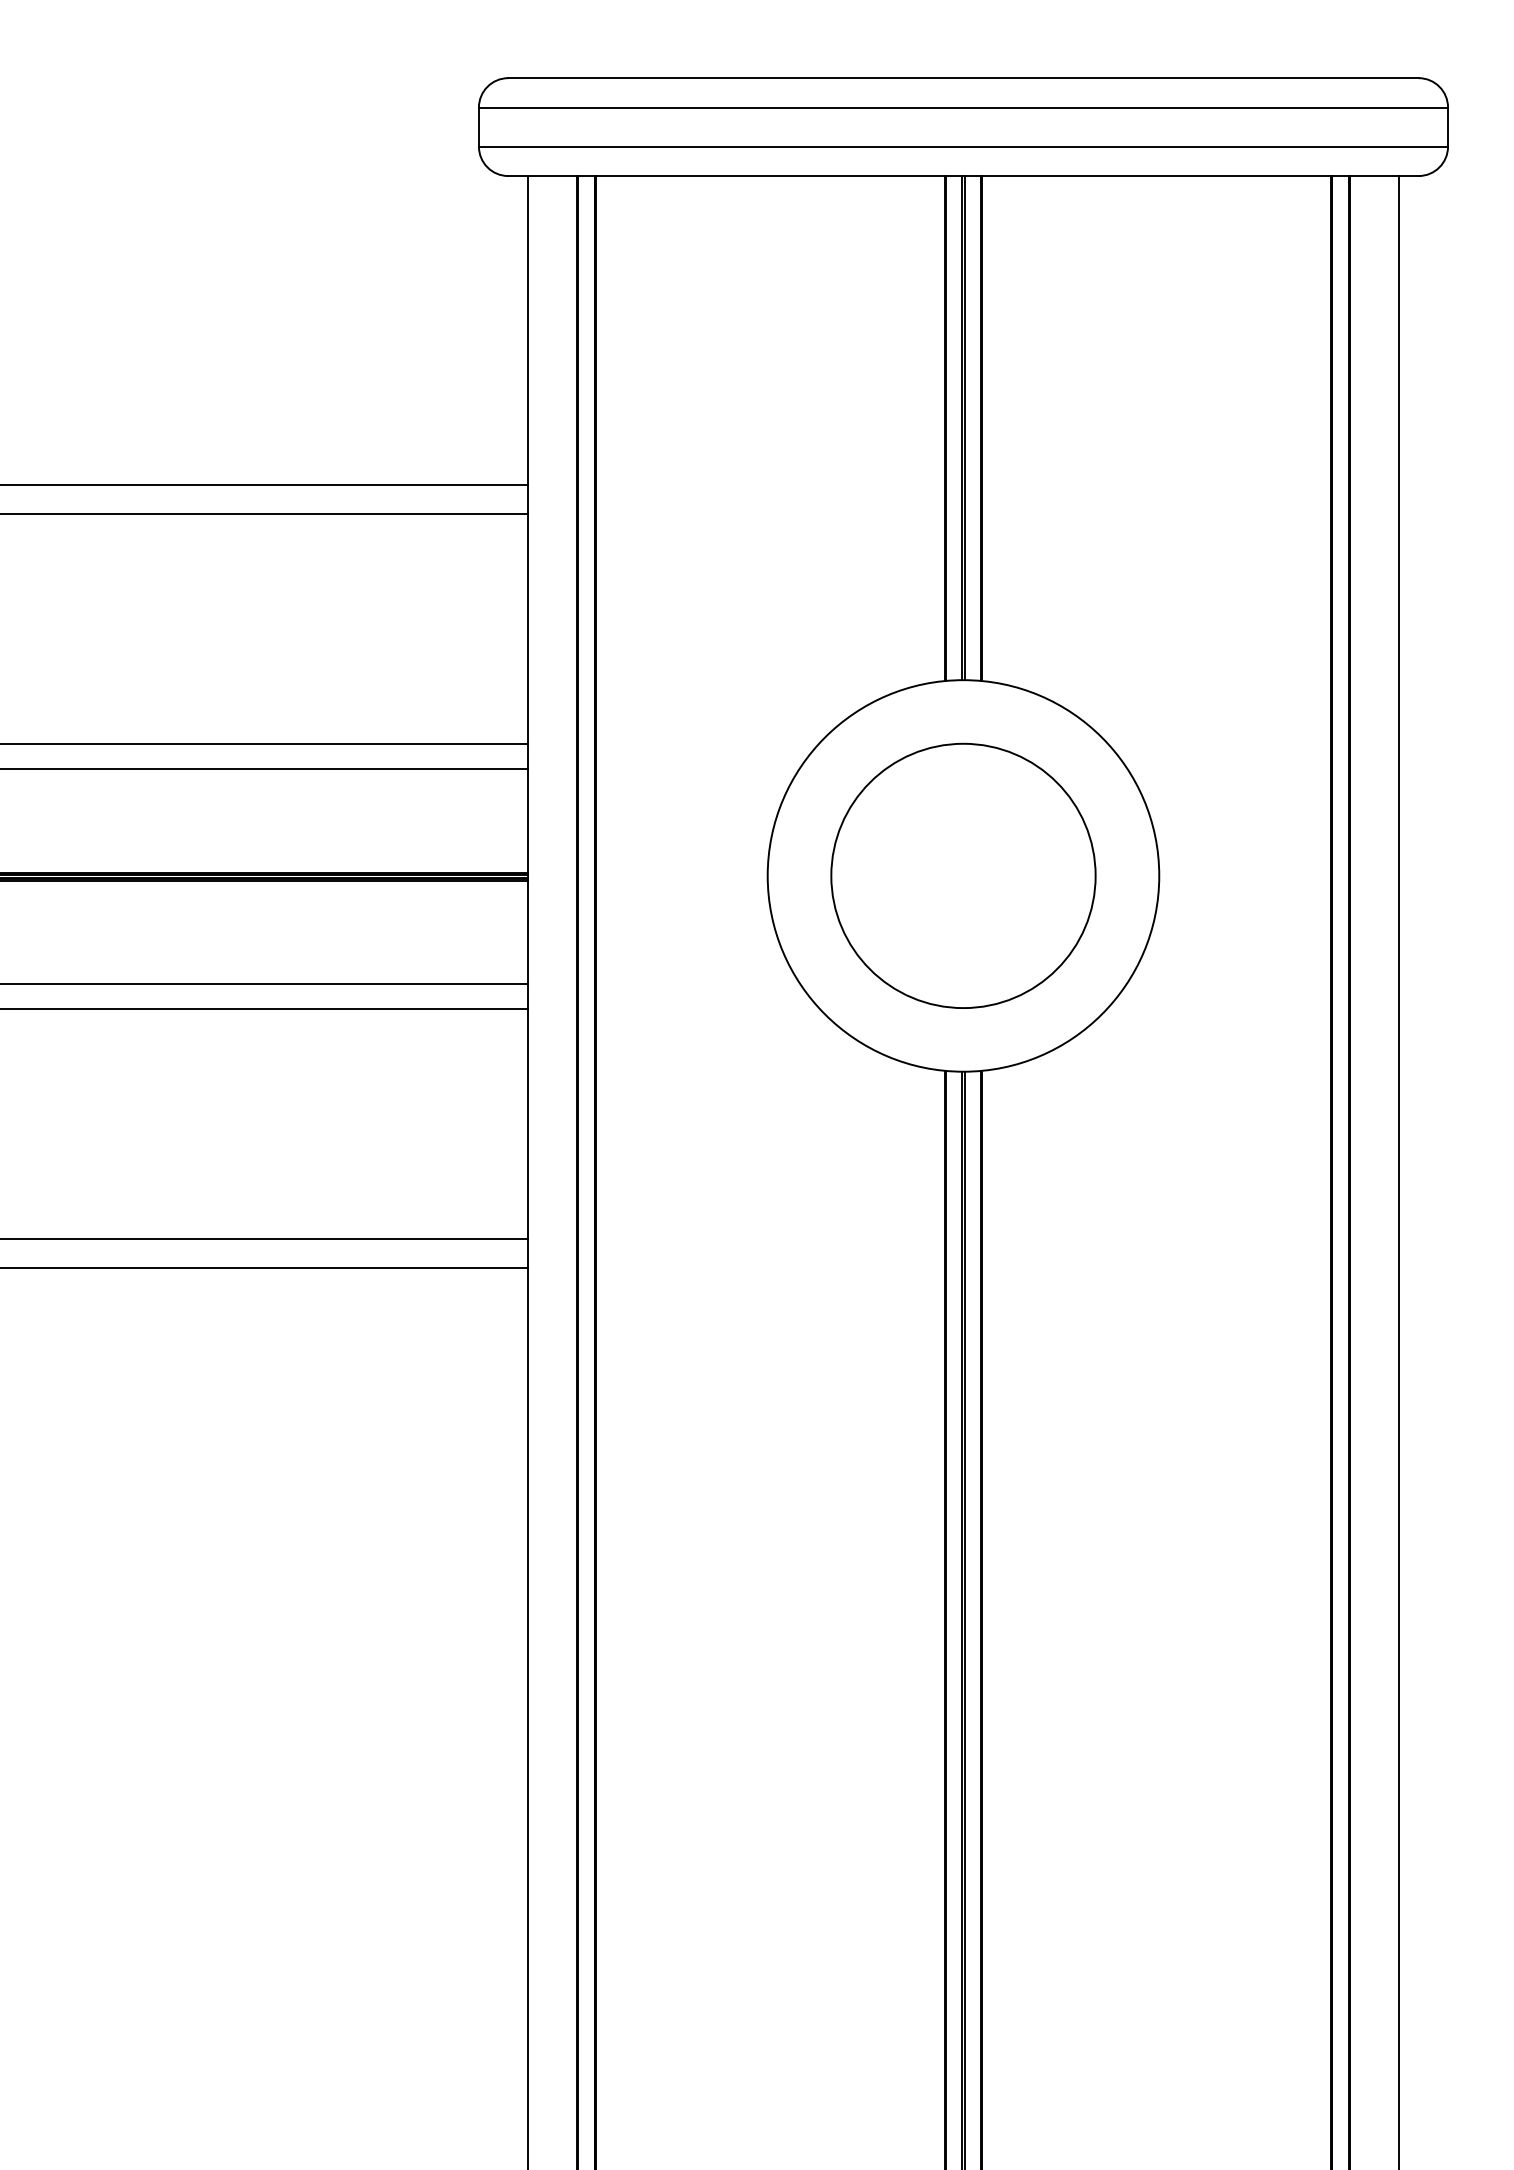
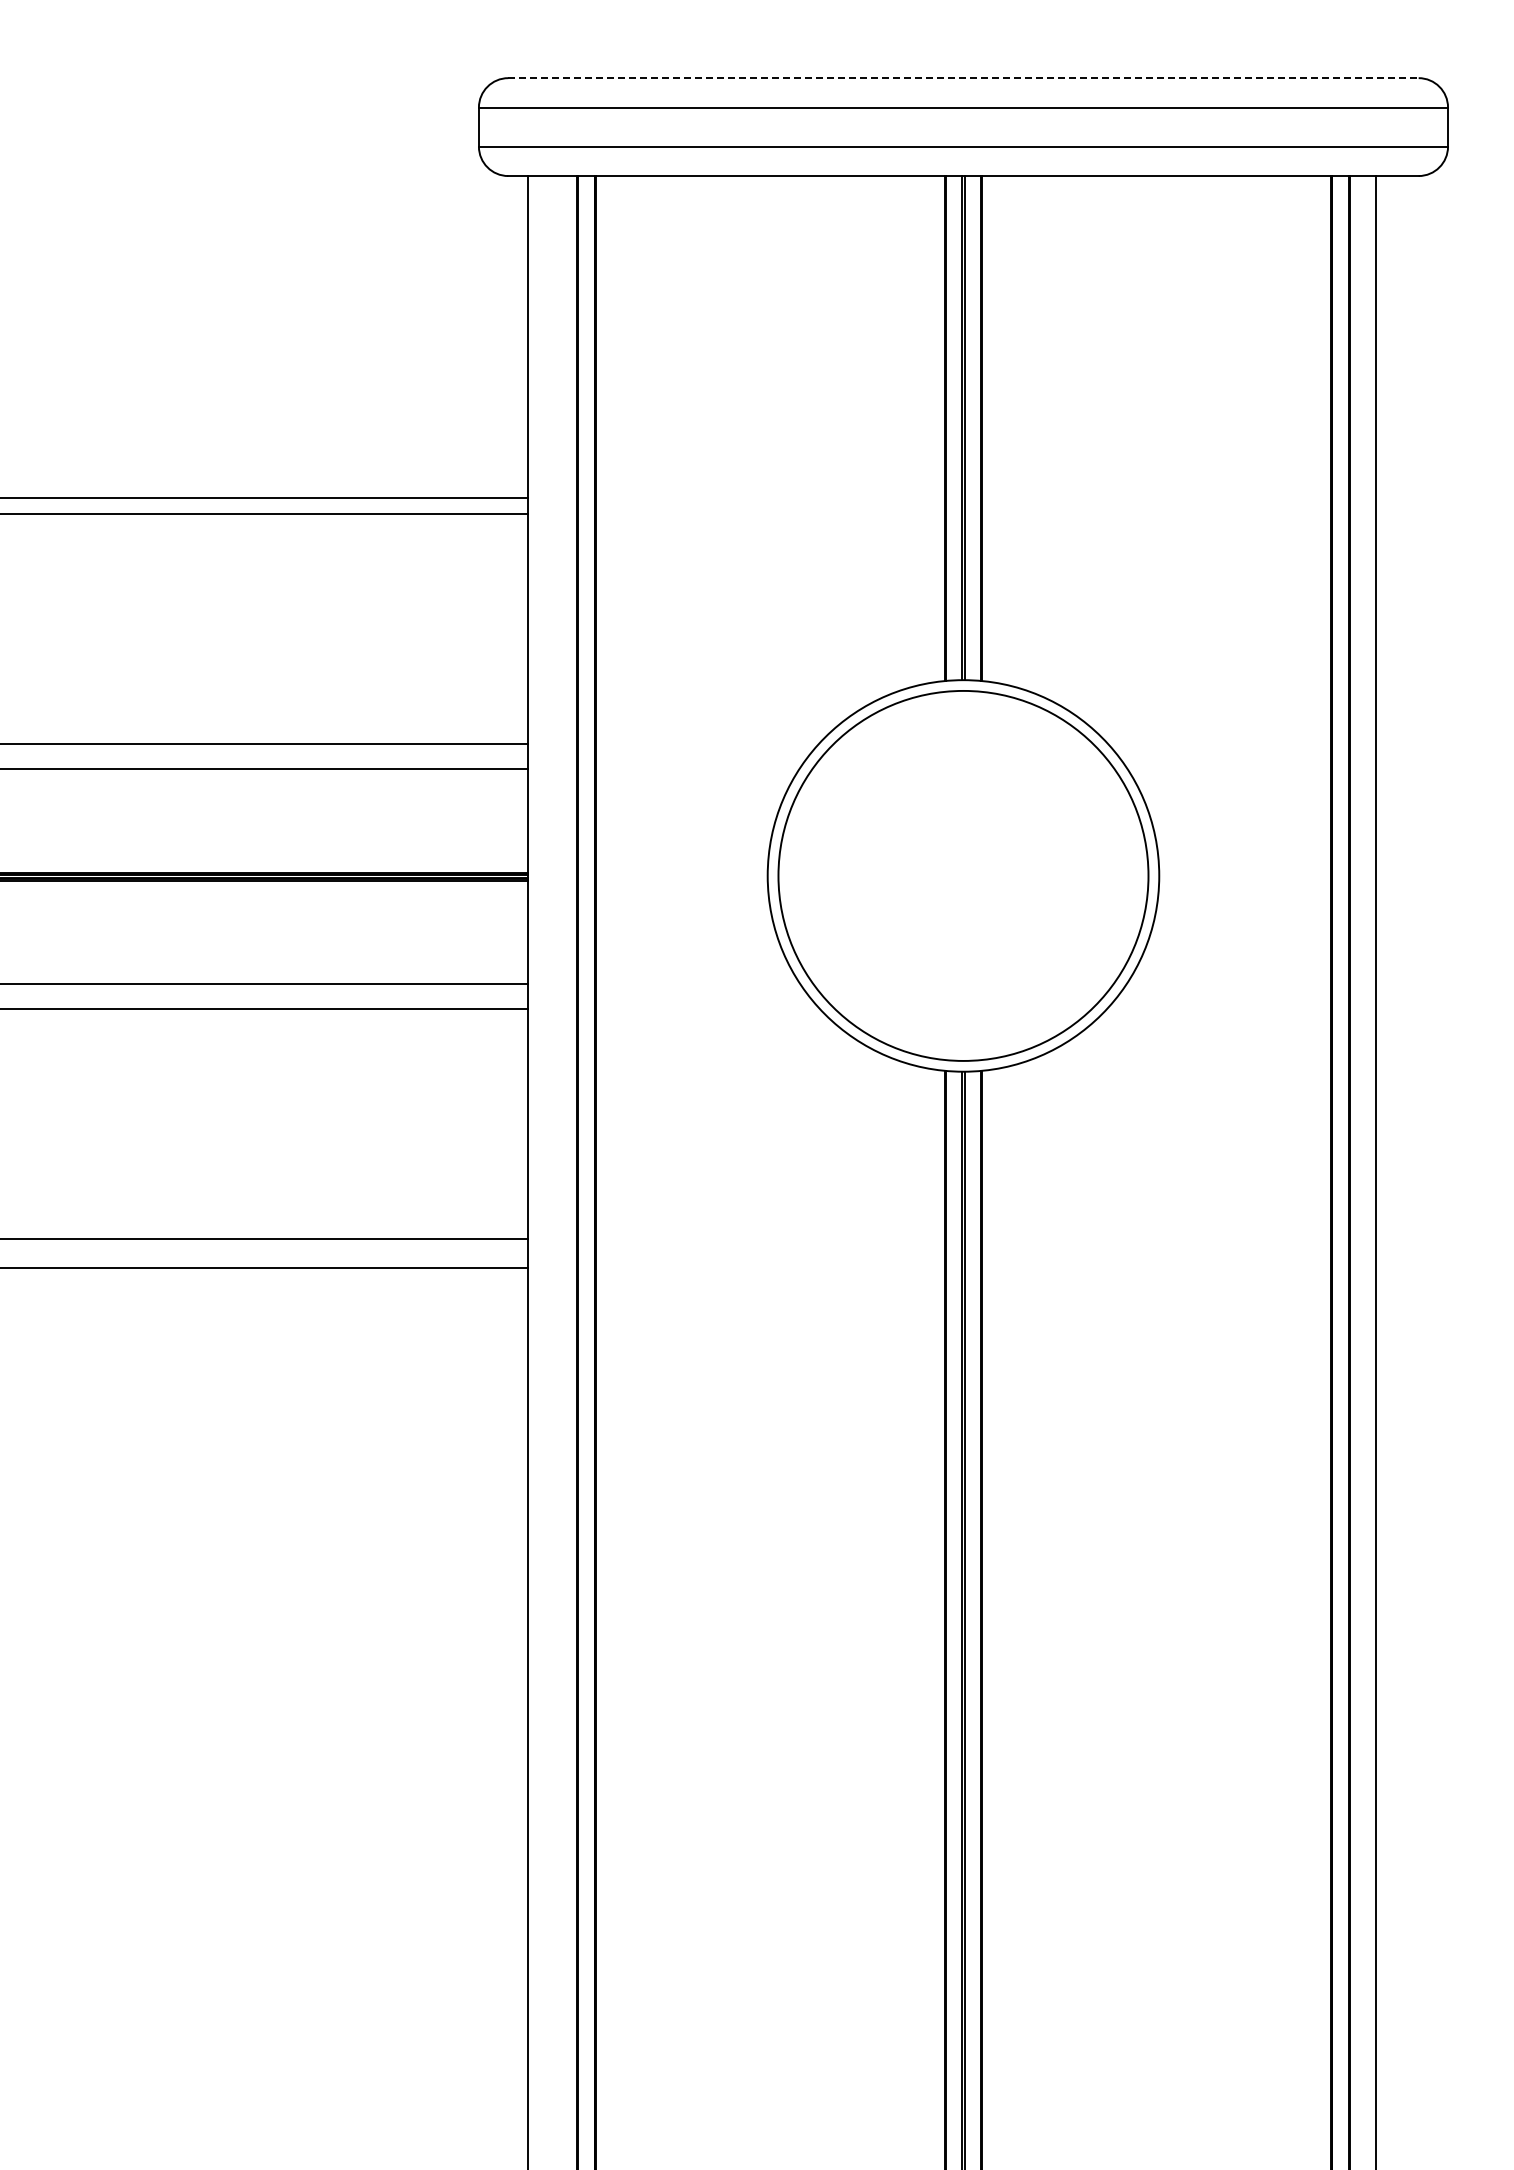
line at (963, 78): solid -> dashed
line at (264, 485) position: (264, 485) -> (264, 498)
circle at (963, 875) diameter: 264 px -> 370 px
line at (1399, 1171) position: (1399, 1171) -> (1376, 1171)
